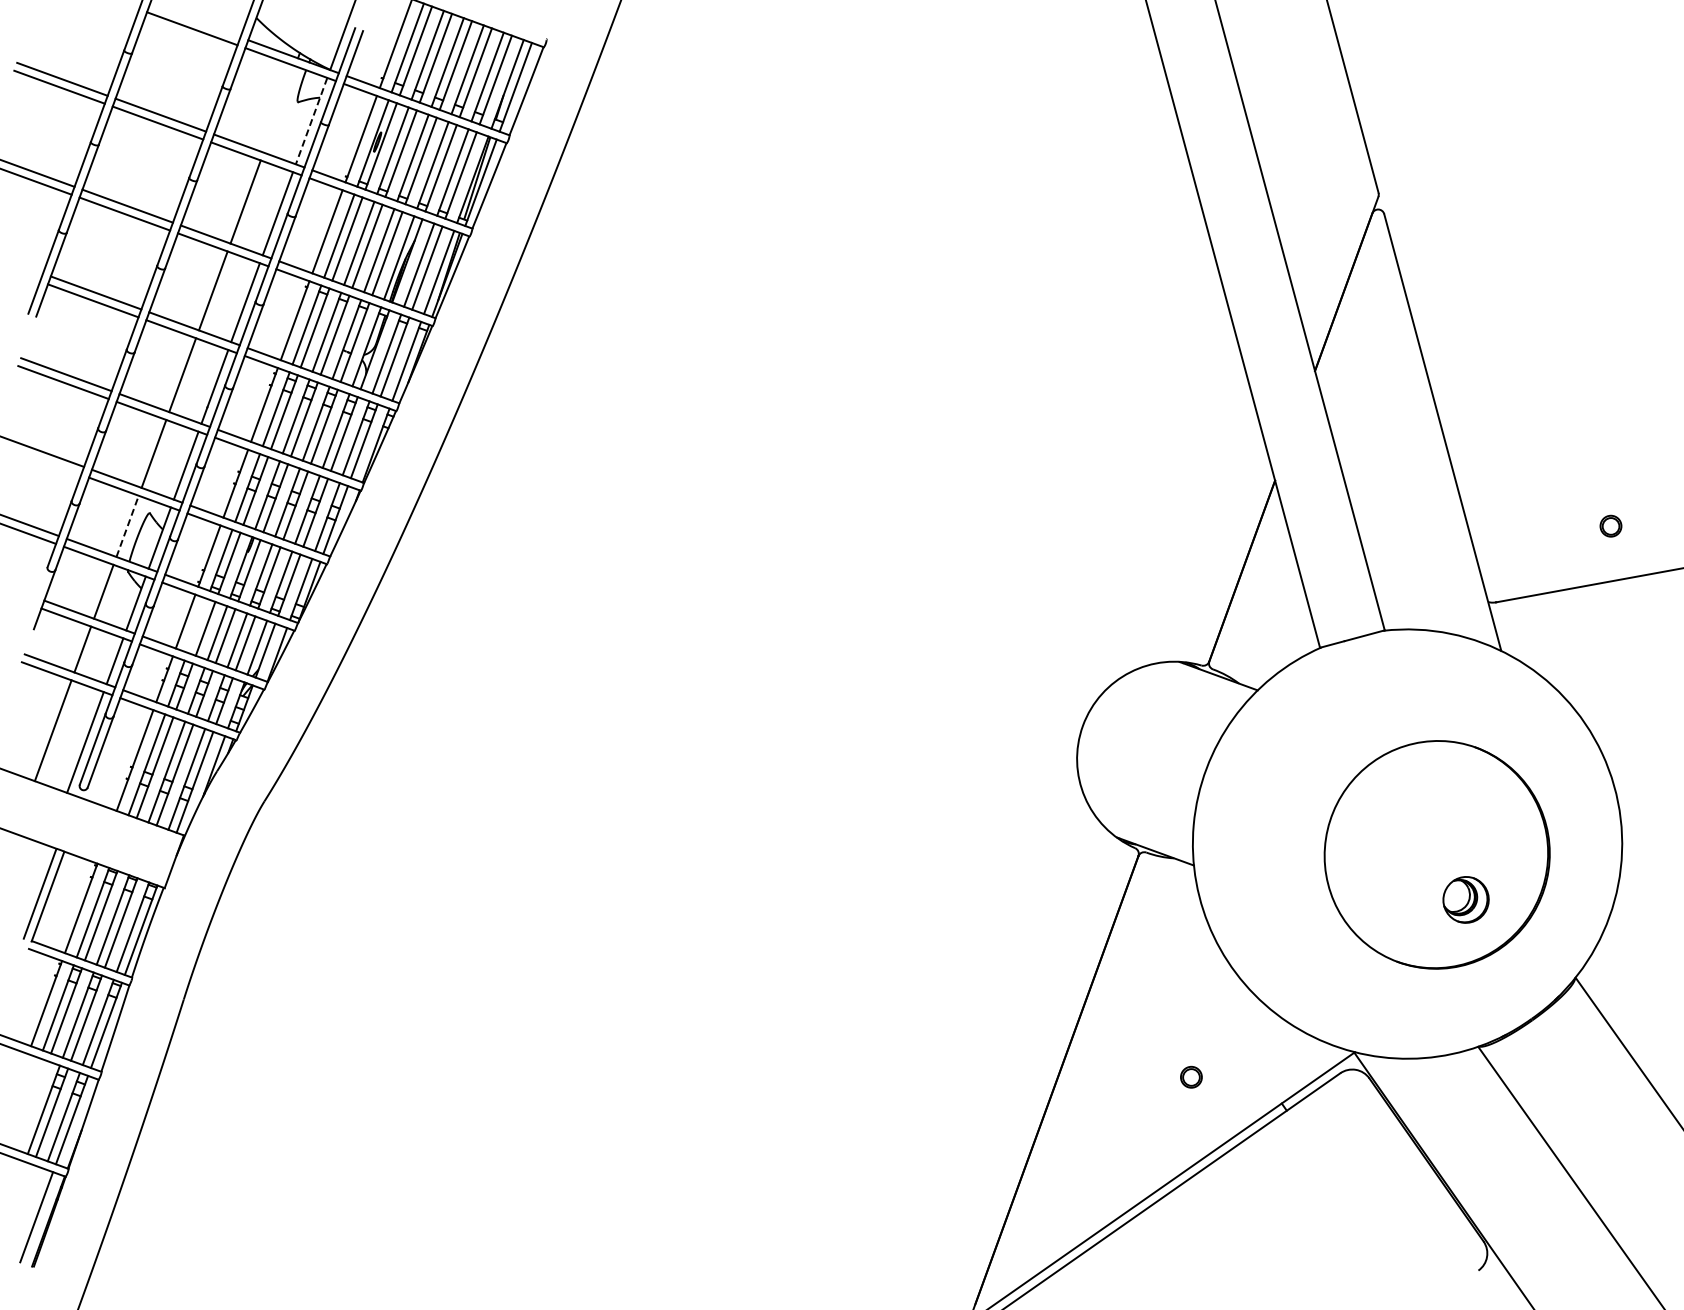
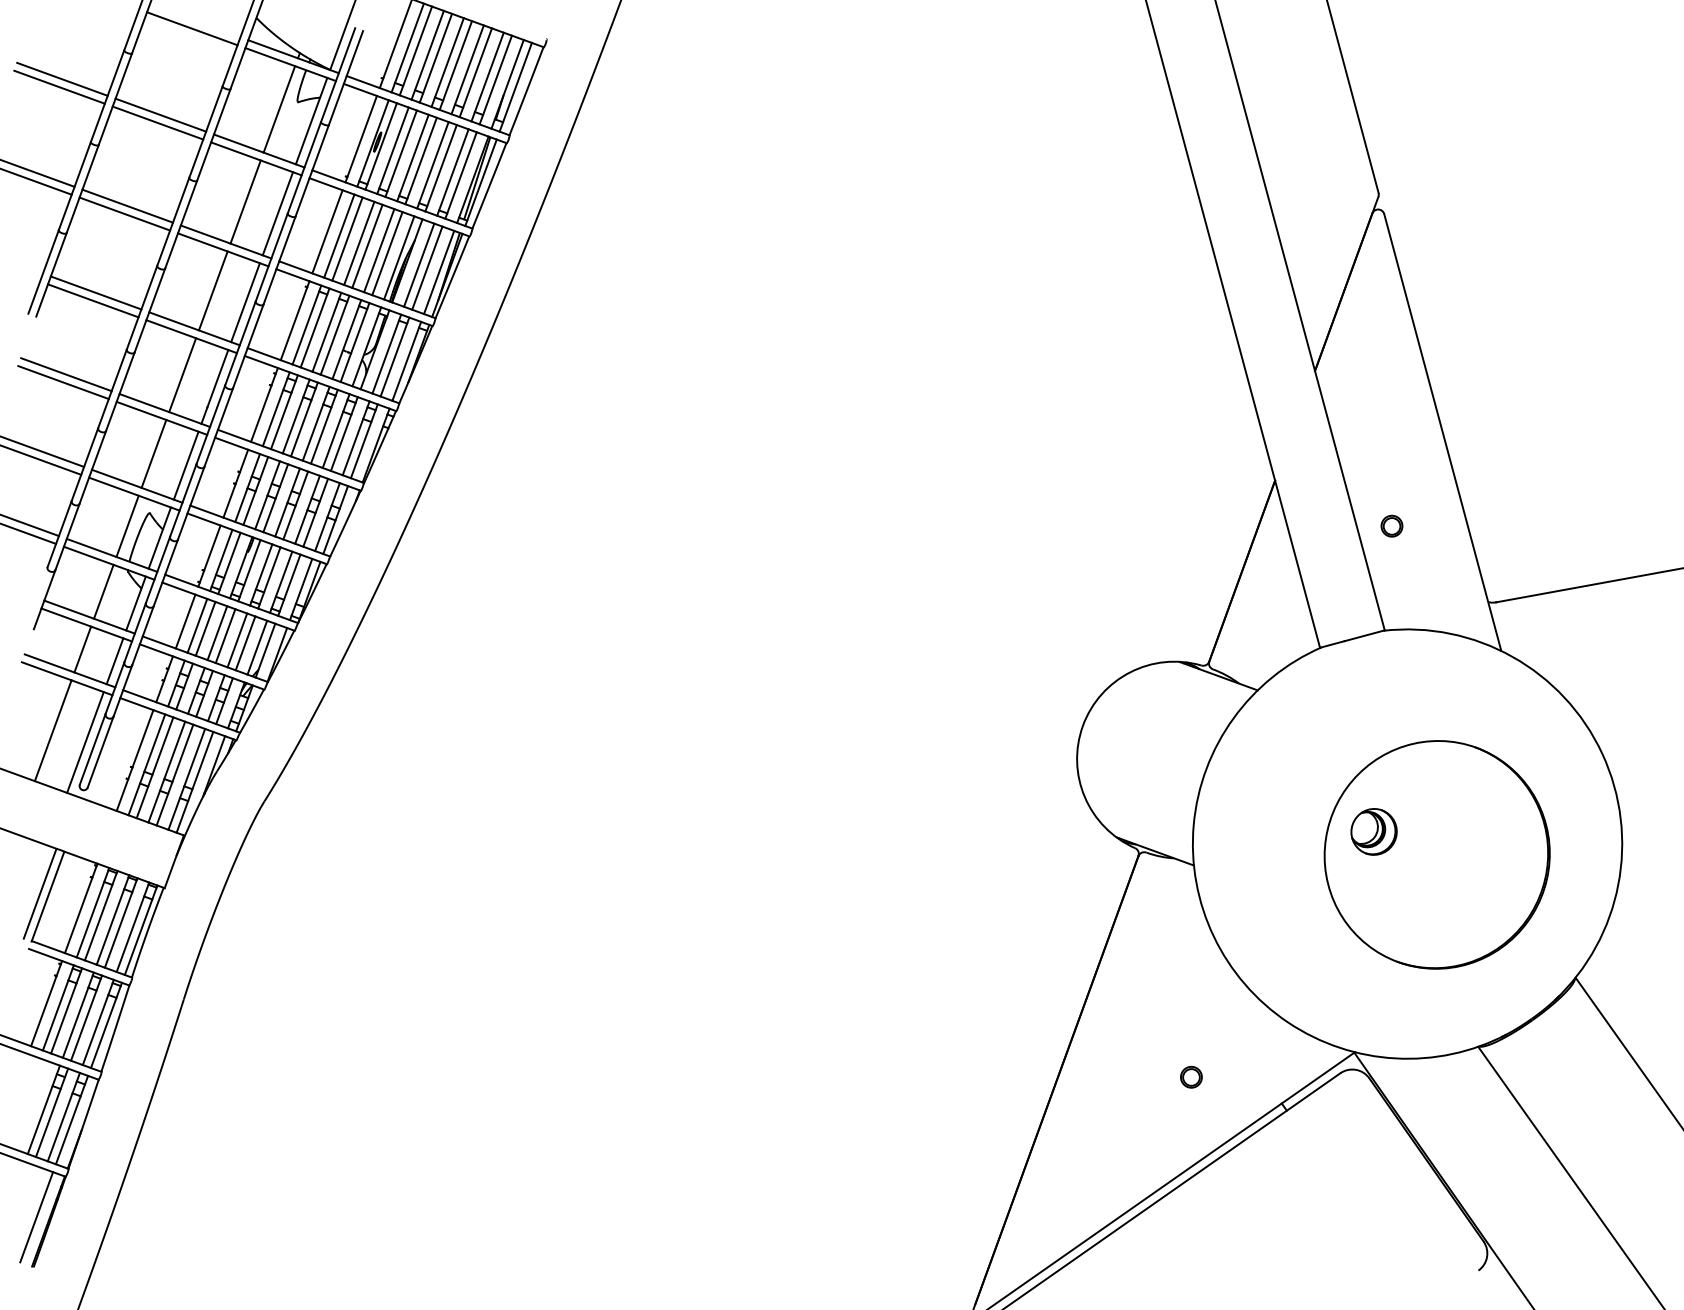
line at (279, 109): none -> present
line at (311, 121): dashed -> solid
line at (41, 459): none -> present
part at (1610, 525) position: (1610, 525) -> (1391, 525)
line at (127, 526): dashed -> solid
line at (197, 625): none -> present
part at (1465, 899) position: (1465, 899) -> (1373, 831)
